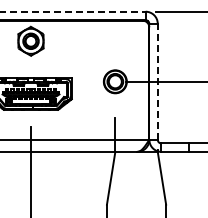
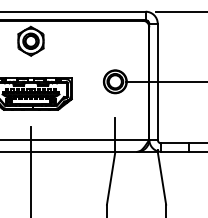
line at (73, 11): dashed -> solid
line at (157, 81): dashed -> solid
